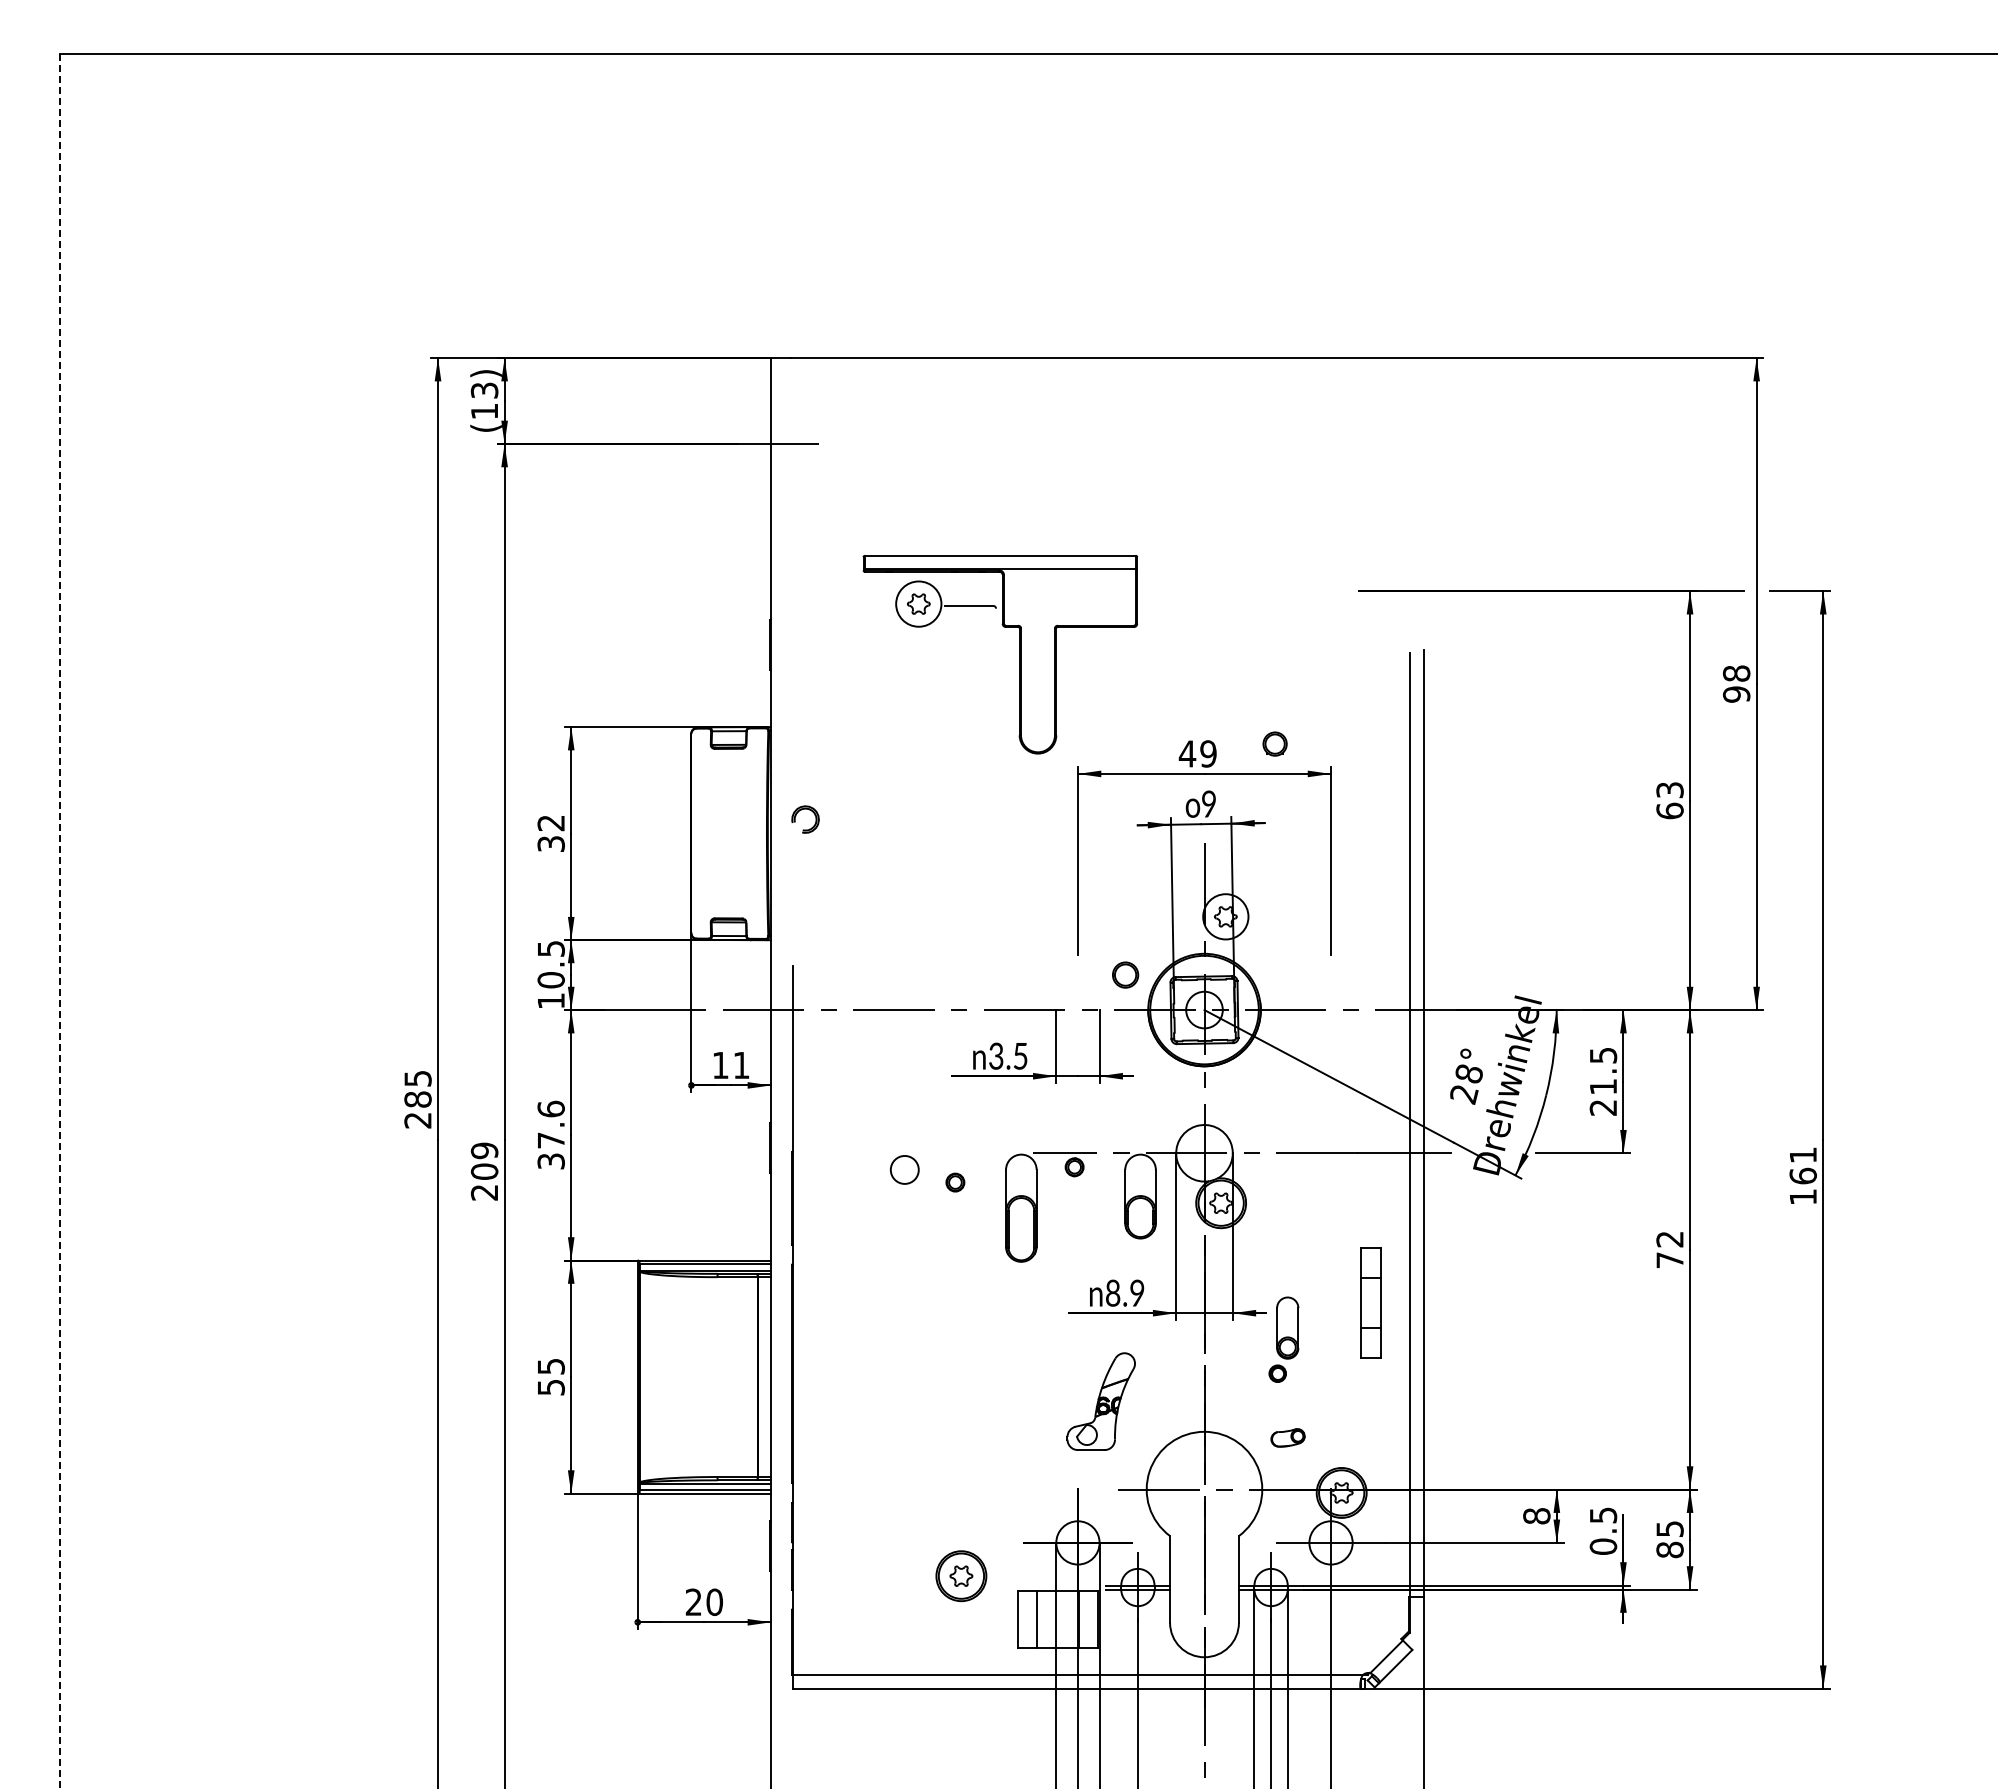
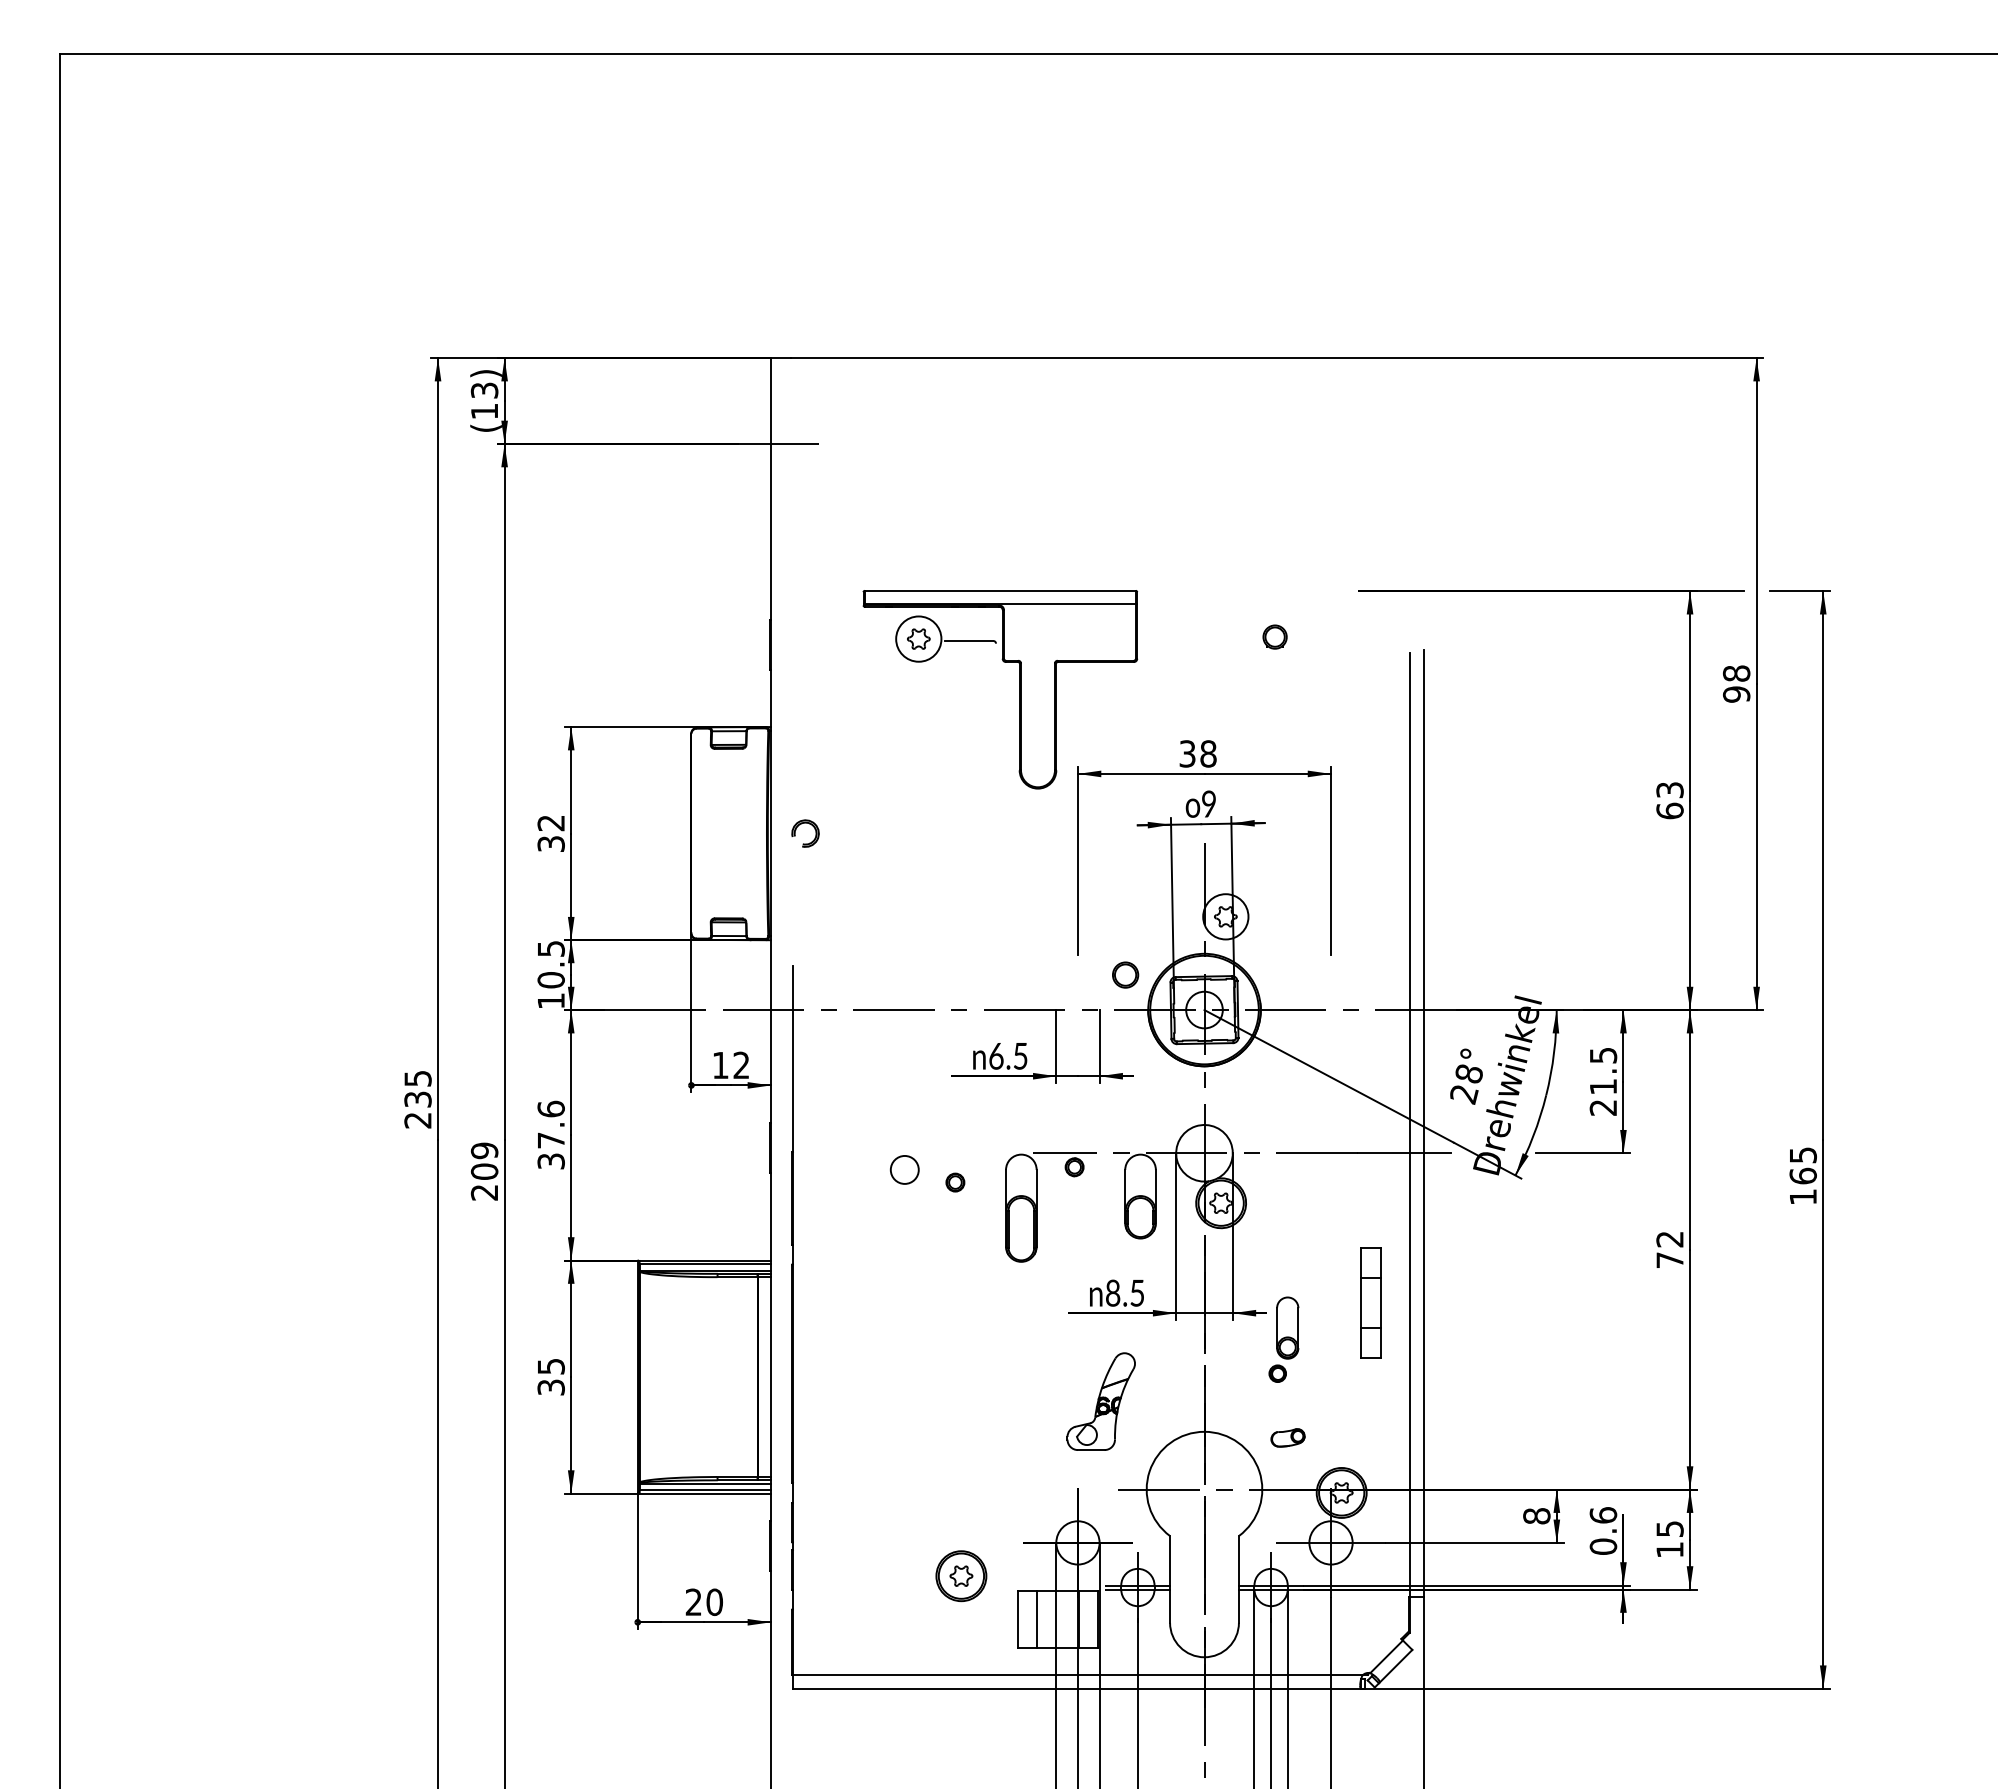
part at (1019, 654) position: (1019, 654) -> (1019, 689)
part at (1274, 743) position: (1274, 743) -> (1274, 636)
text at (1197, 753): 49 -> 38
part at (796, 816) position: (796, 816) -> (796, 830)
line at (59, 921): dashed -> solid
text at (996, 1055): 3.5 -> 6.5
text at (741, 1064): 11 -> 12
text at (417, 1099): 285 -> 235
text at (1803, 1155): 161 -> 165
text at (1137, 1292): 8.9 -> 8.5
text at (550, 1386): 55 -> 35
text at (1603, 1515): 0.5 -> 0.6
text at (1669, 1549): 85 -> 15
